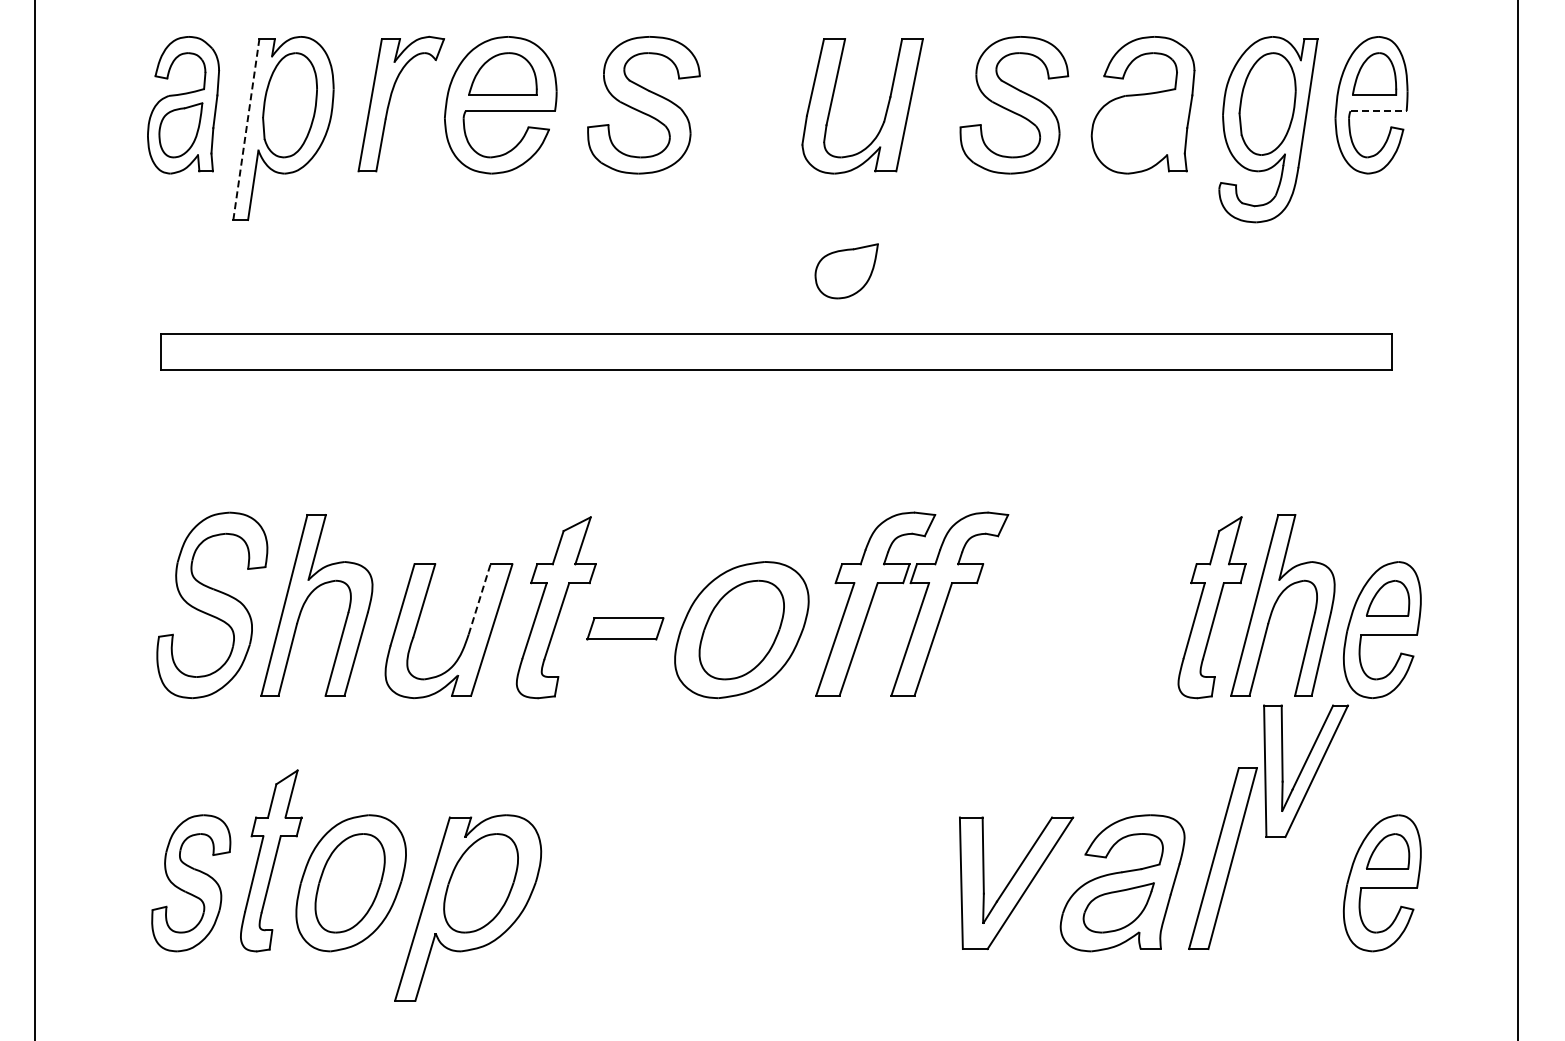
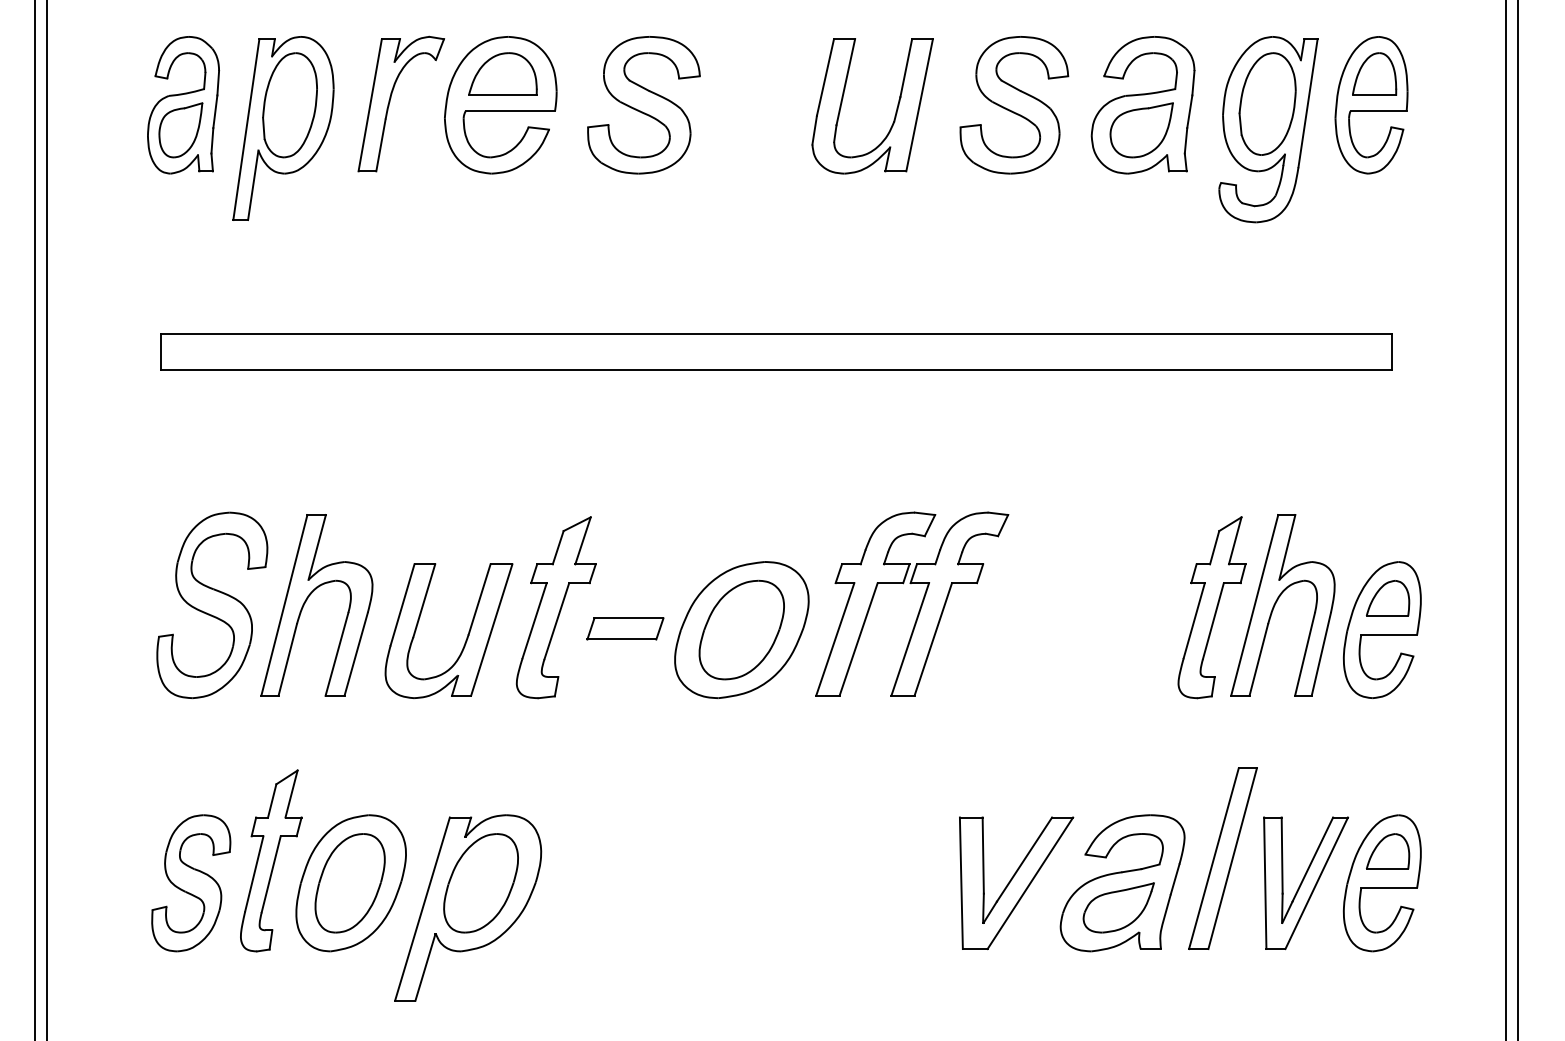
part at (885, 111) position: (885, 111) -> (895, 111)
line at (1379, 111): dashed -> solid
line at (246, 129): dashed -> solid
part at (846, 271) position: (846, 271) -> (1141, 130)
line at (46, 519): none -> present
line at (1506, 519): none -> present
line at (479, 599): dashed -> solid
part at (1305, 771) position: (1305, 771) -> (1305, 883)
